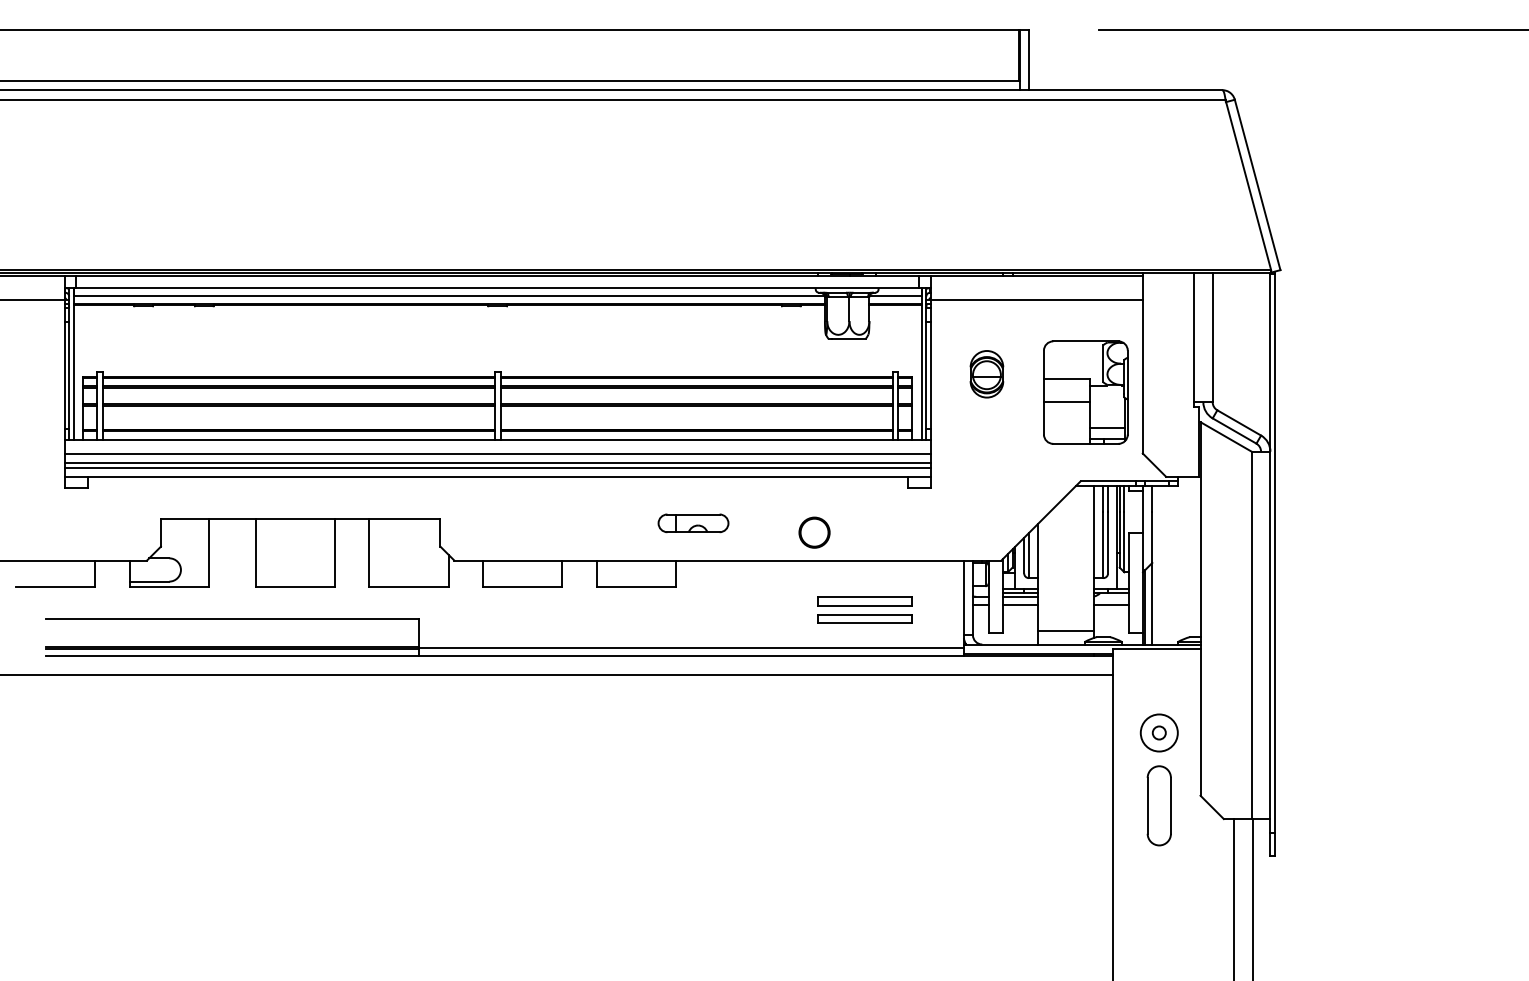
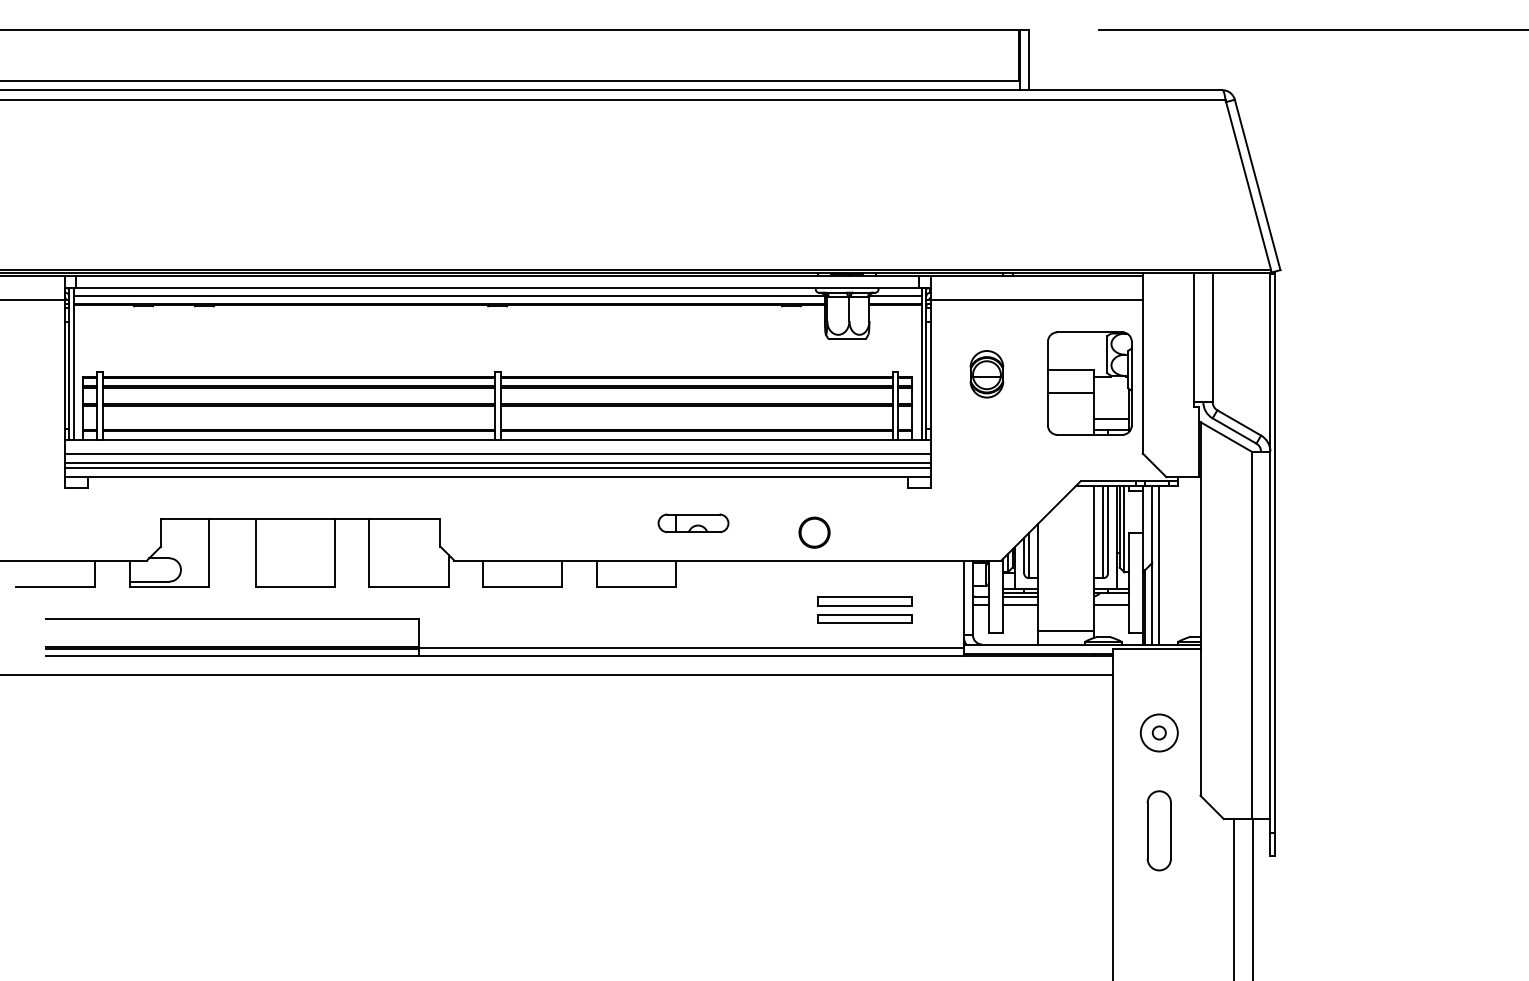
part at (1085, 392) position: (1085, 392) -> (1089, 383)
line at (1159, 565): none -> present
part at (1158, 805) position: (1158, 805) -> (1158, 830)
